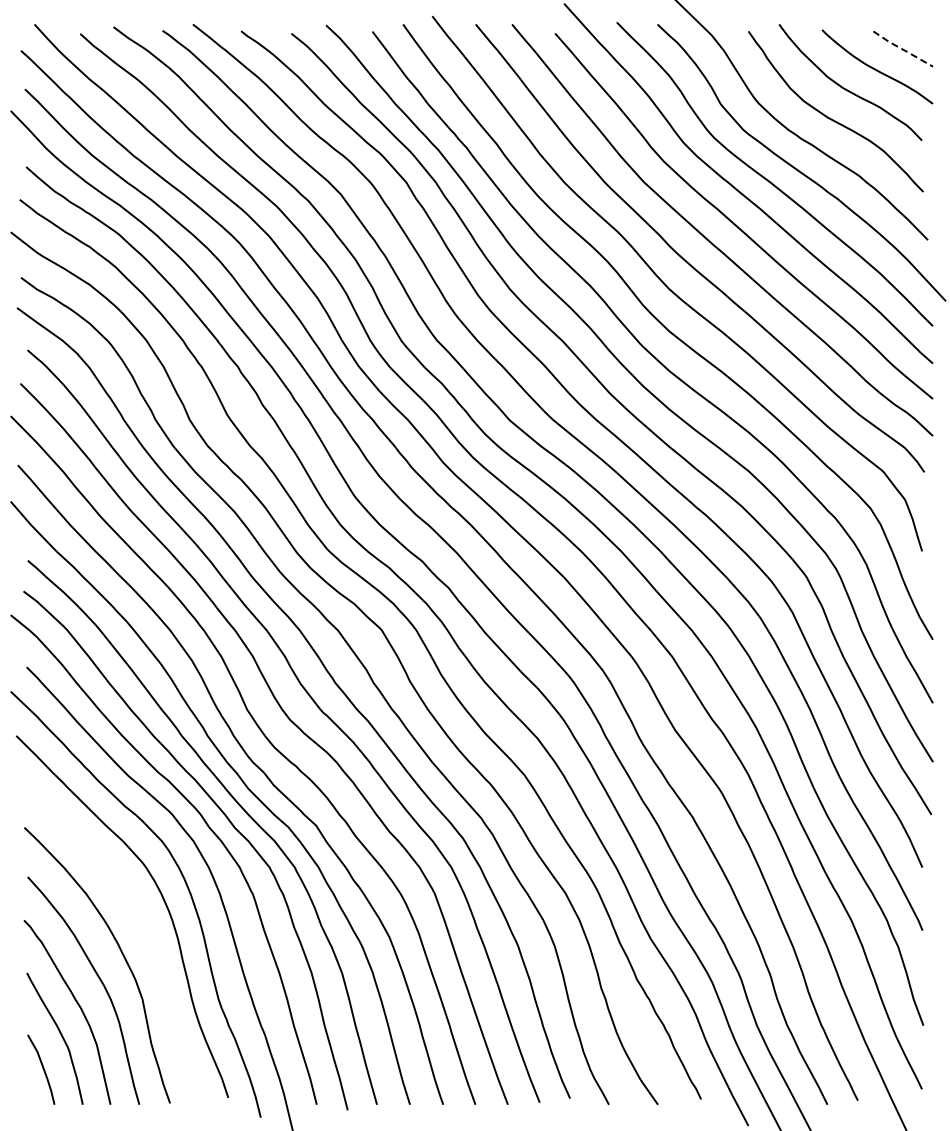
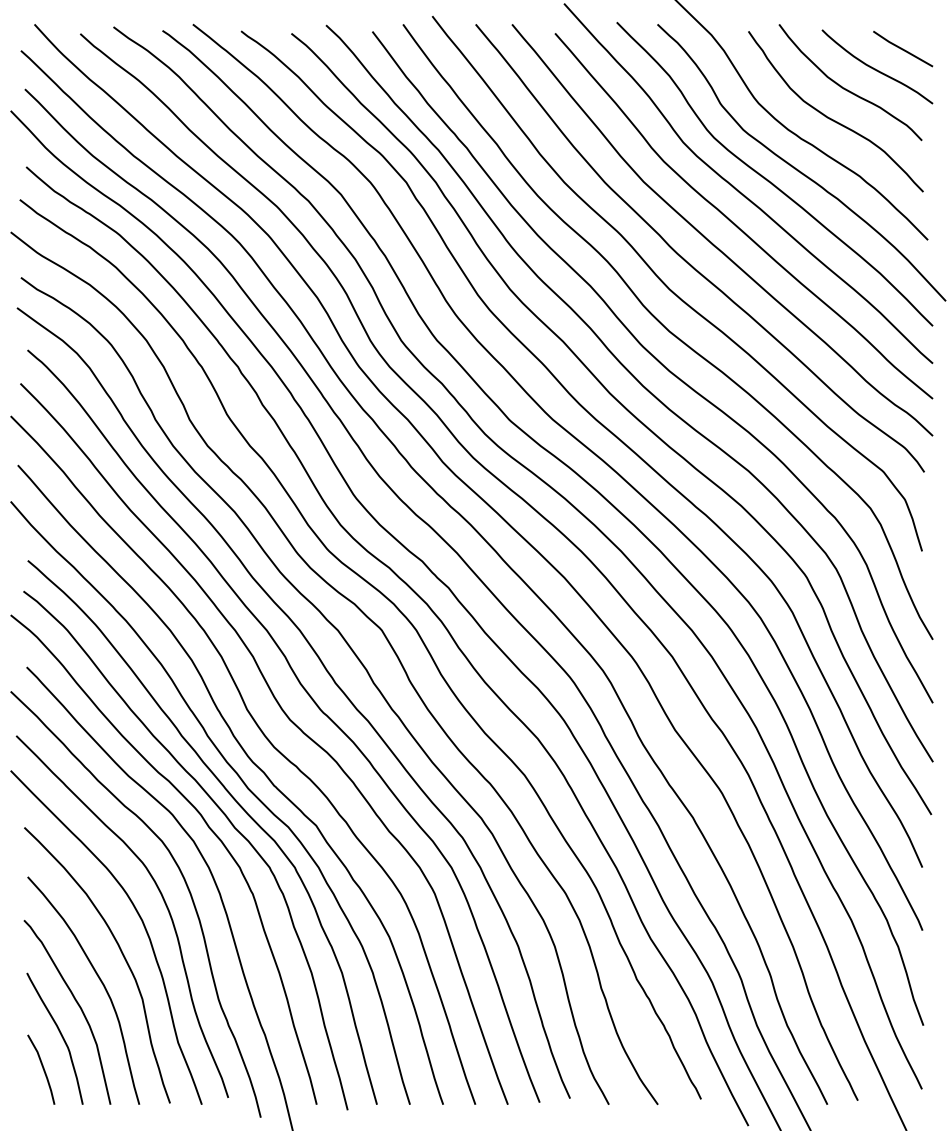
line at (903, 49): dashed -> solid
curve at (138, 916): none -> present
